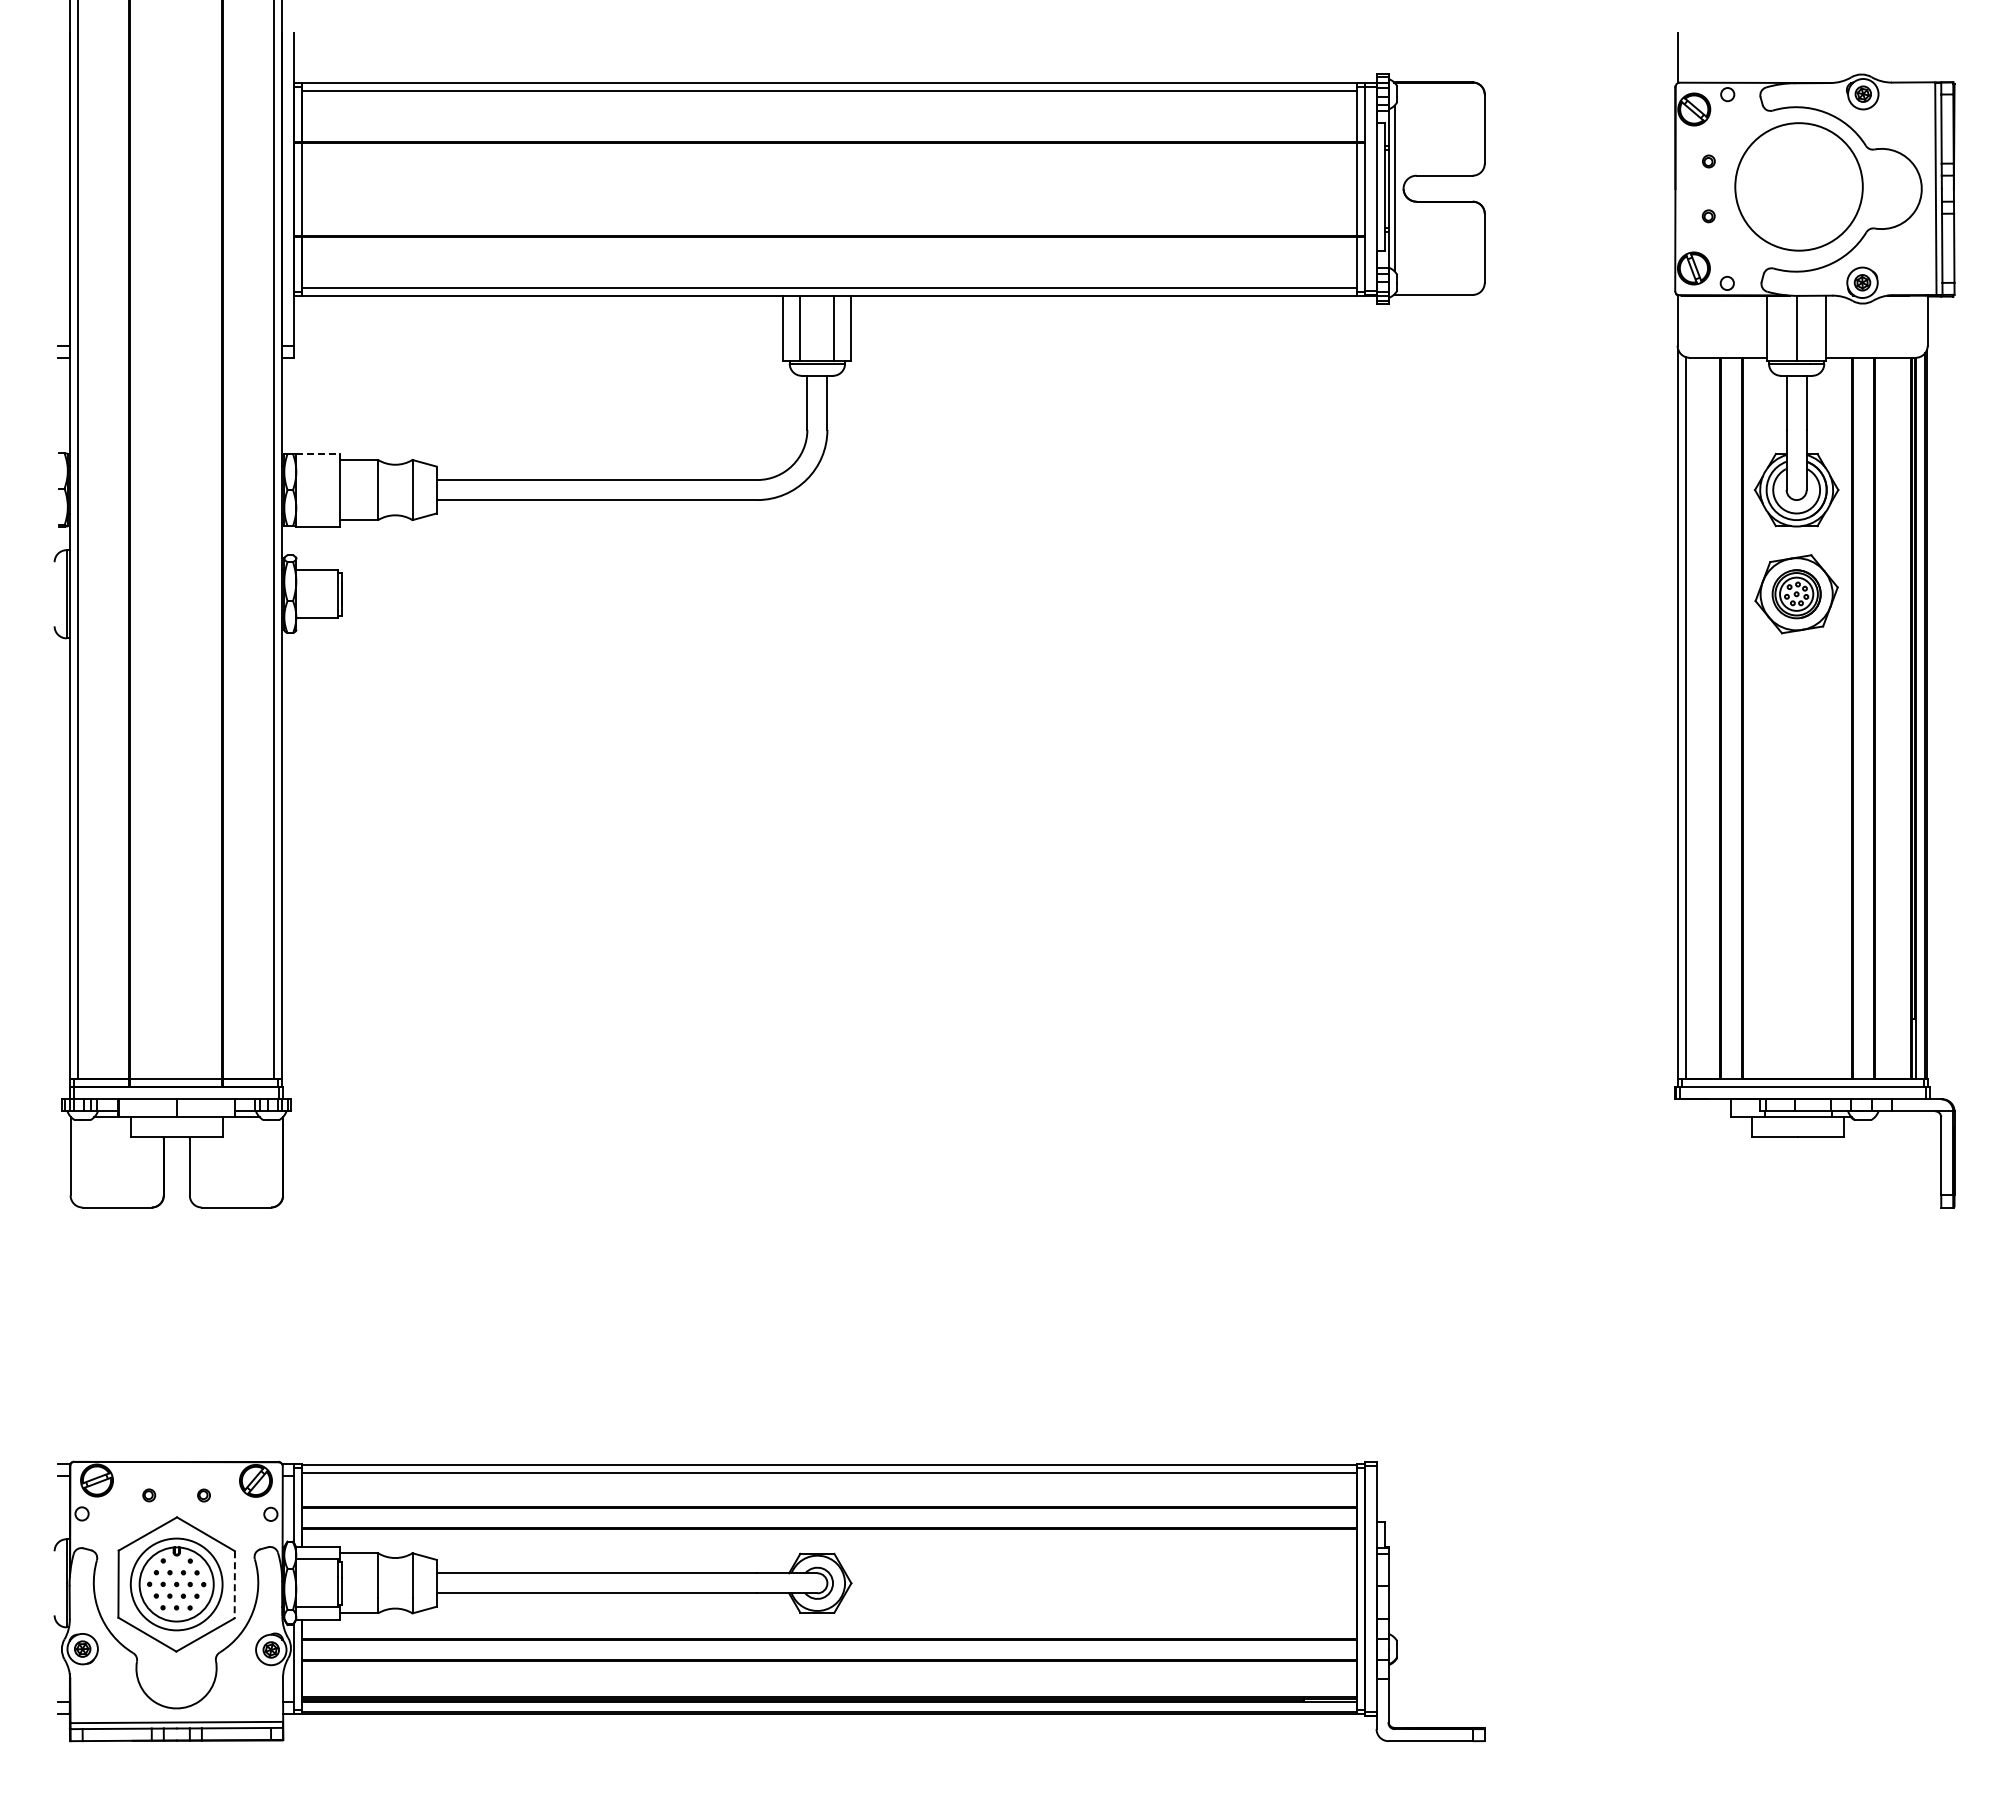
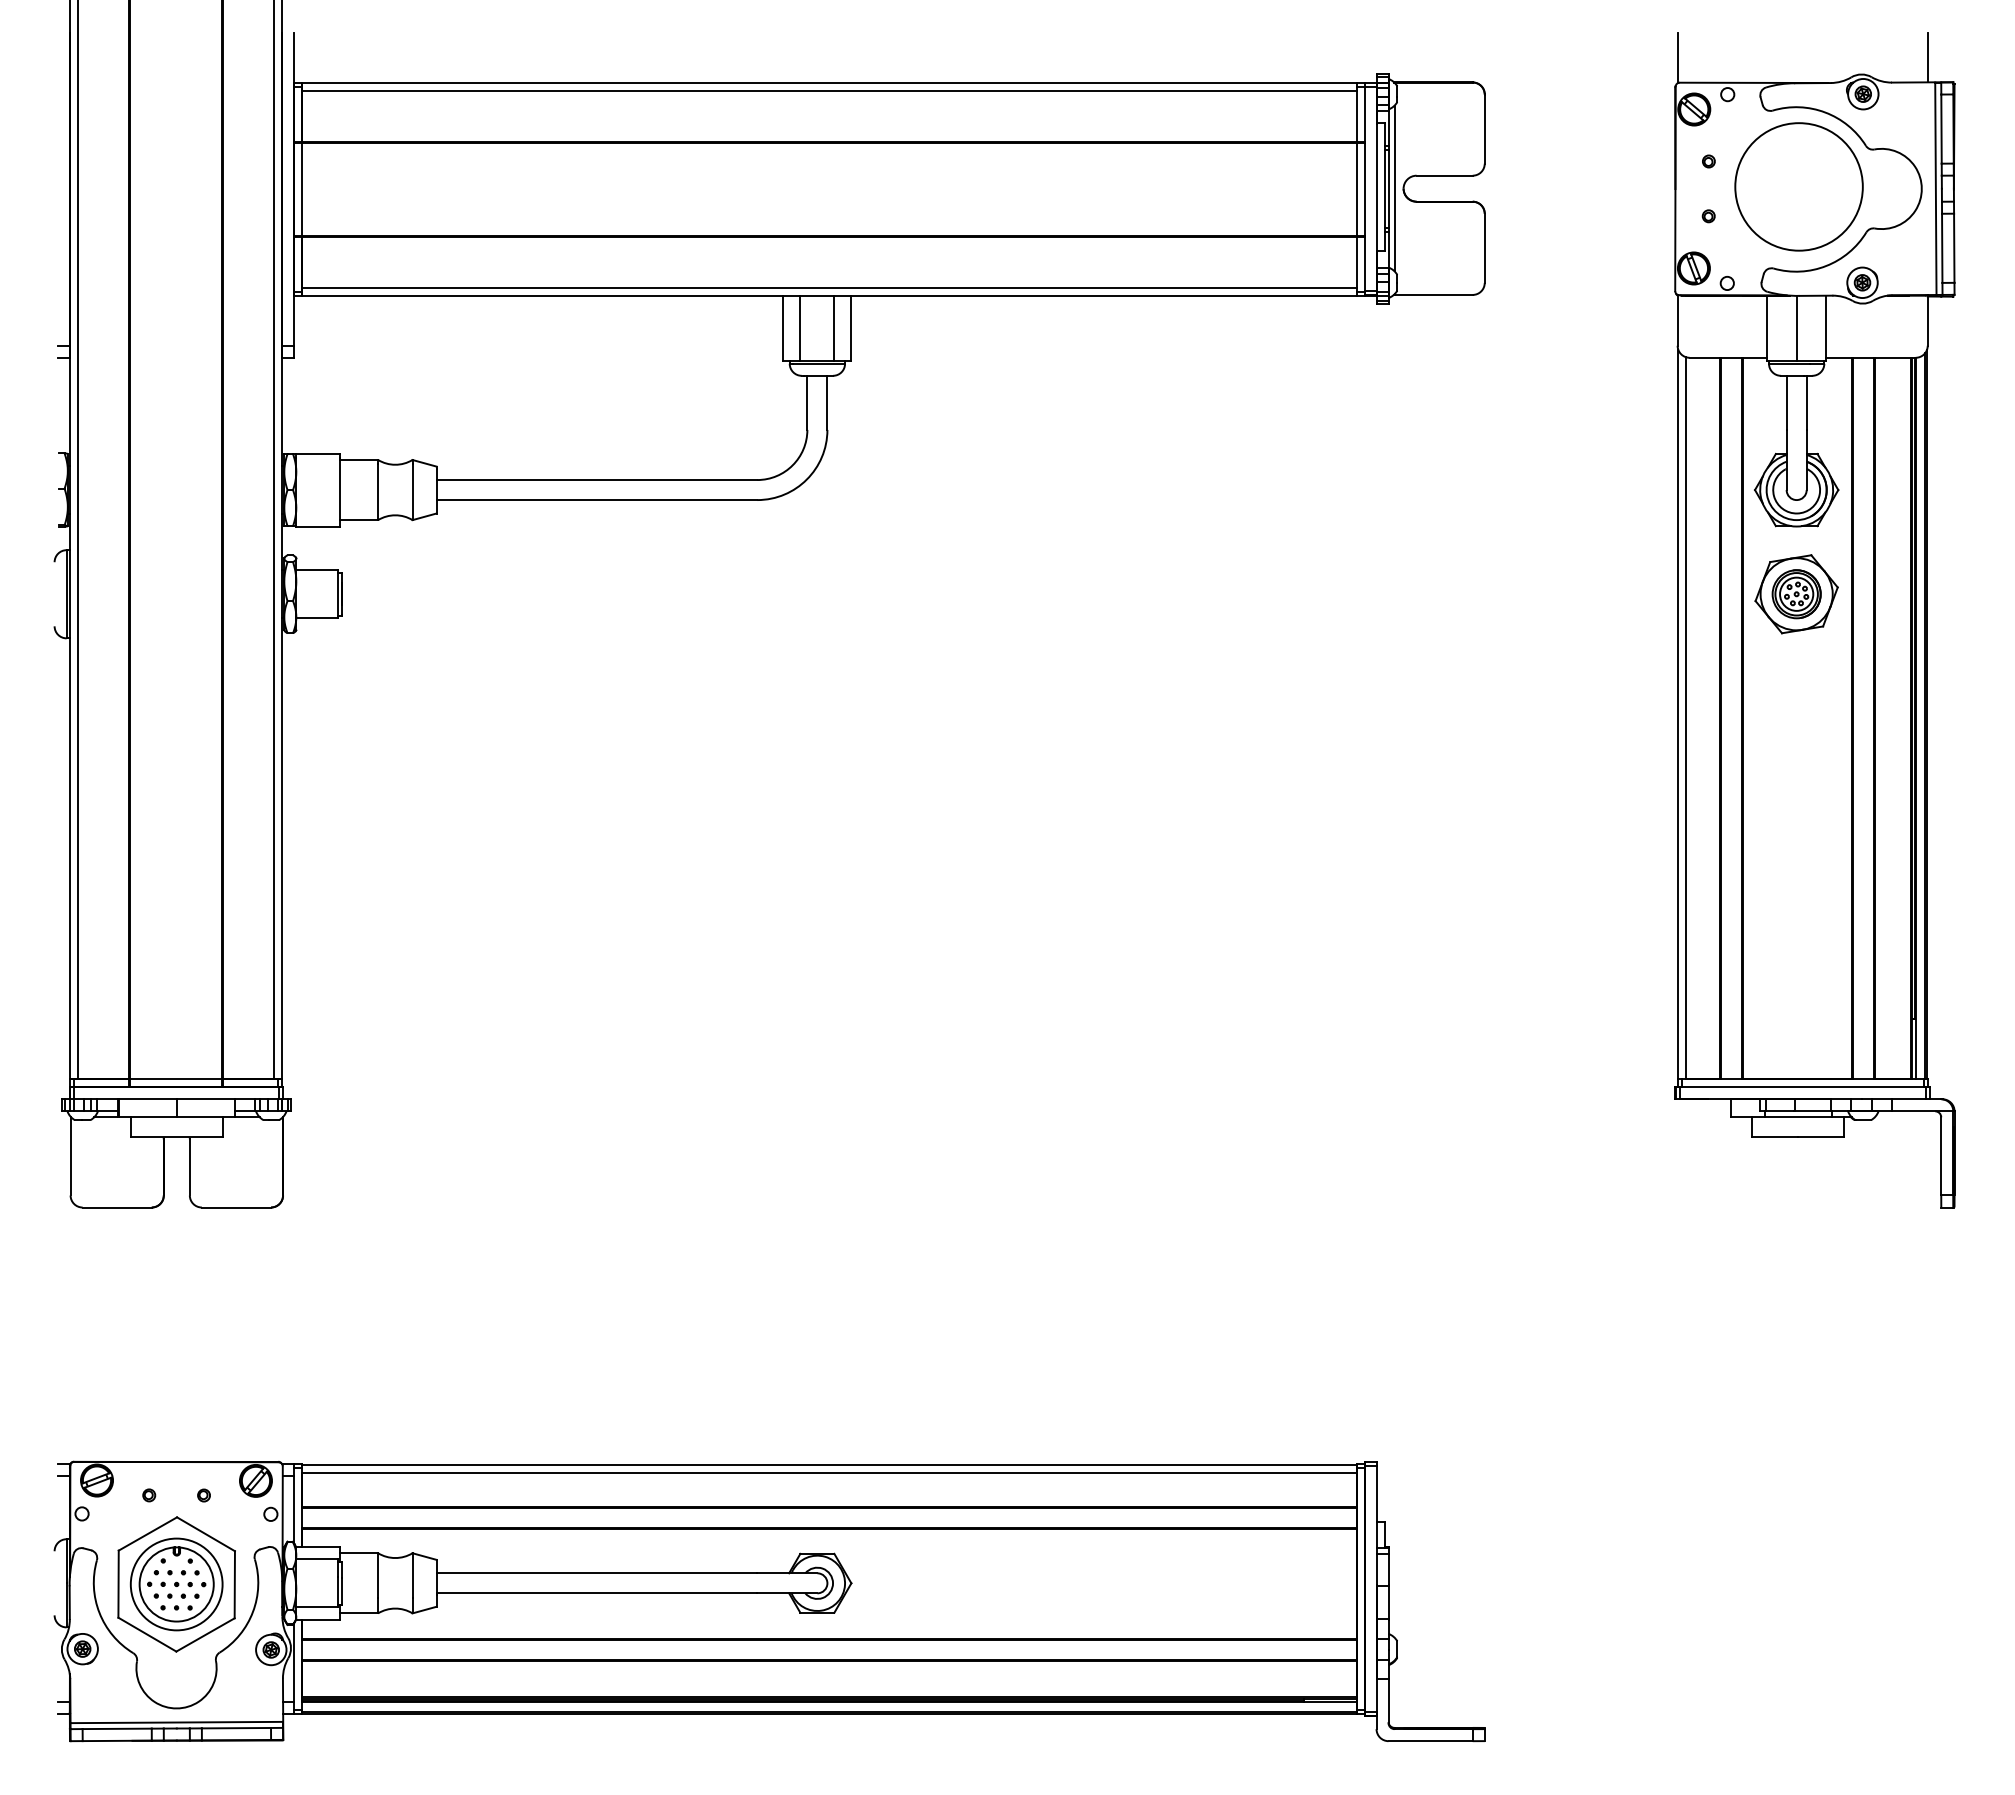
line at (1927, 57): none -> present
line at (318, 453): dashed -> solid
line at (234, 1584): dashed -> solid
